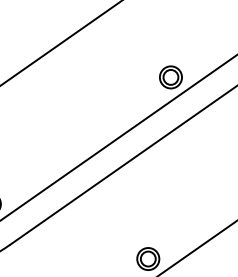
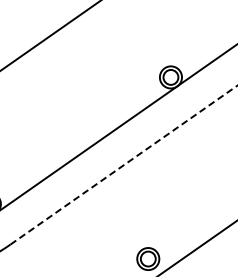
line at (60, 43) position: (60, 43) -> (50, 35)
line at (118, 137) position: (118, 137) -> (118, 127)
line at (124, 164): solid -> dashed
